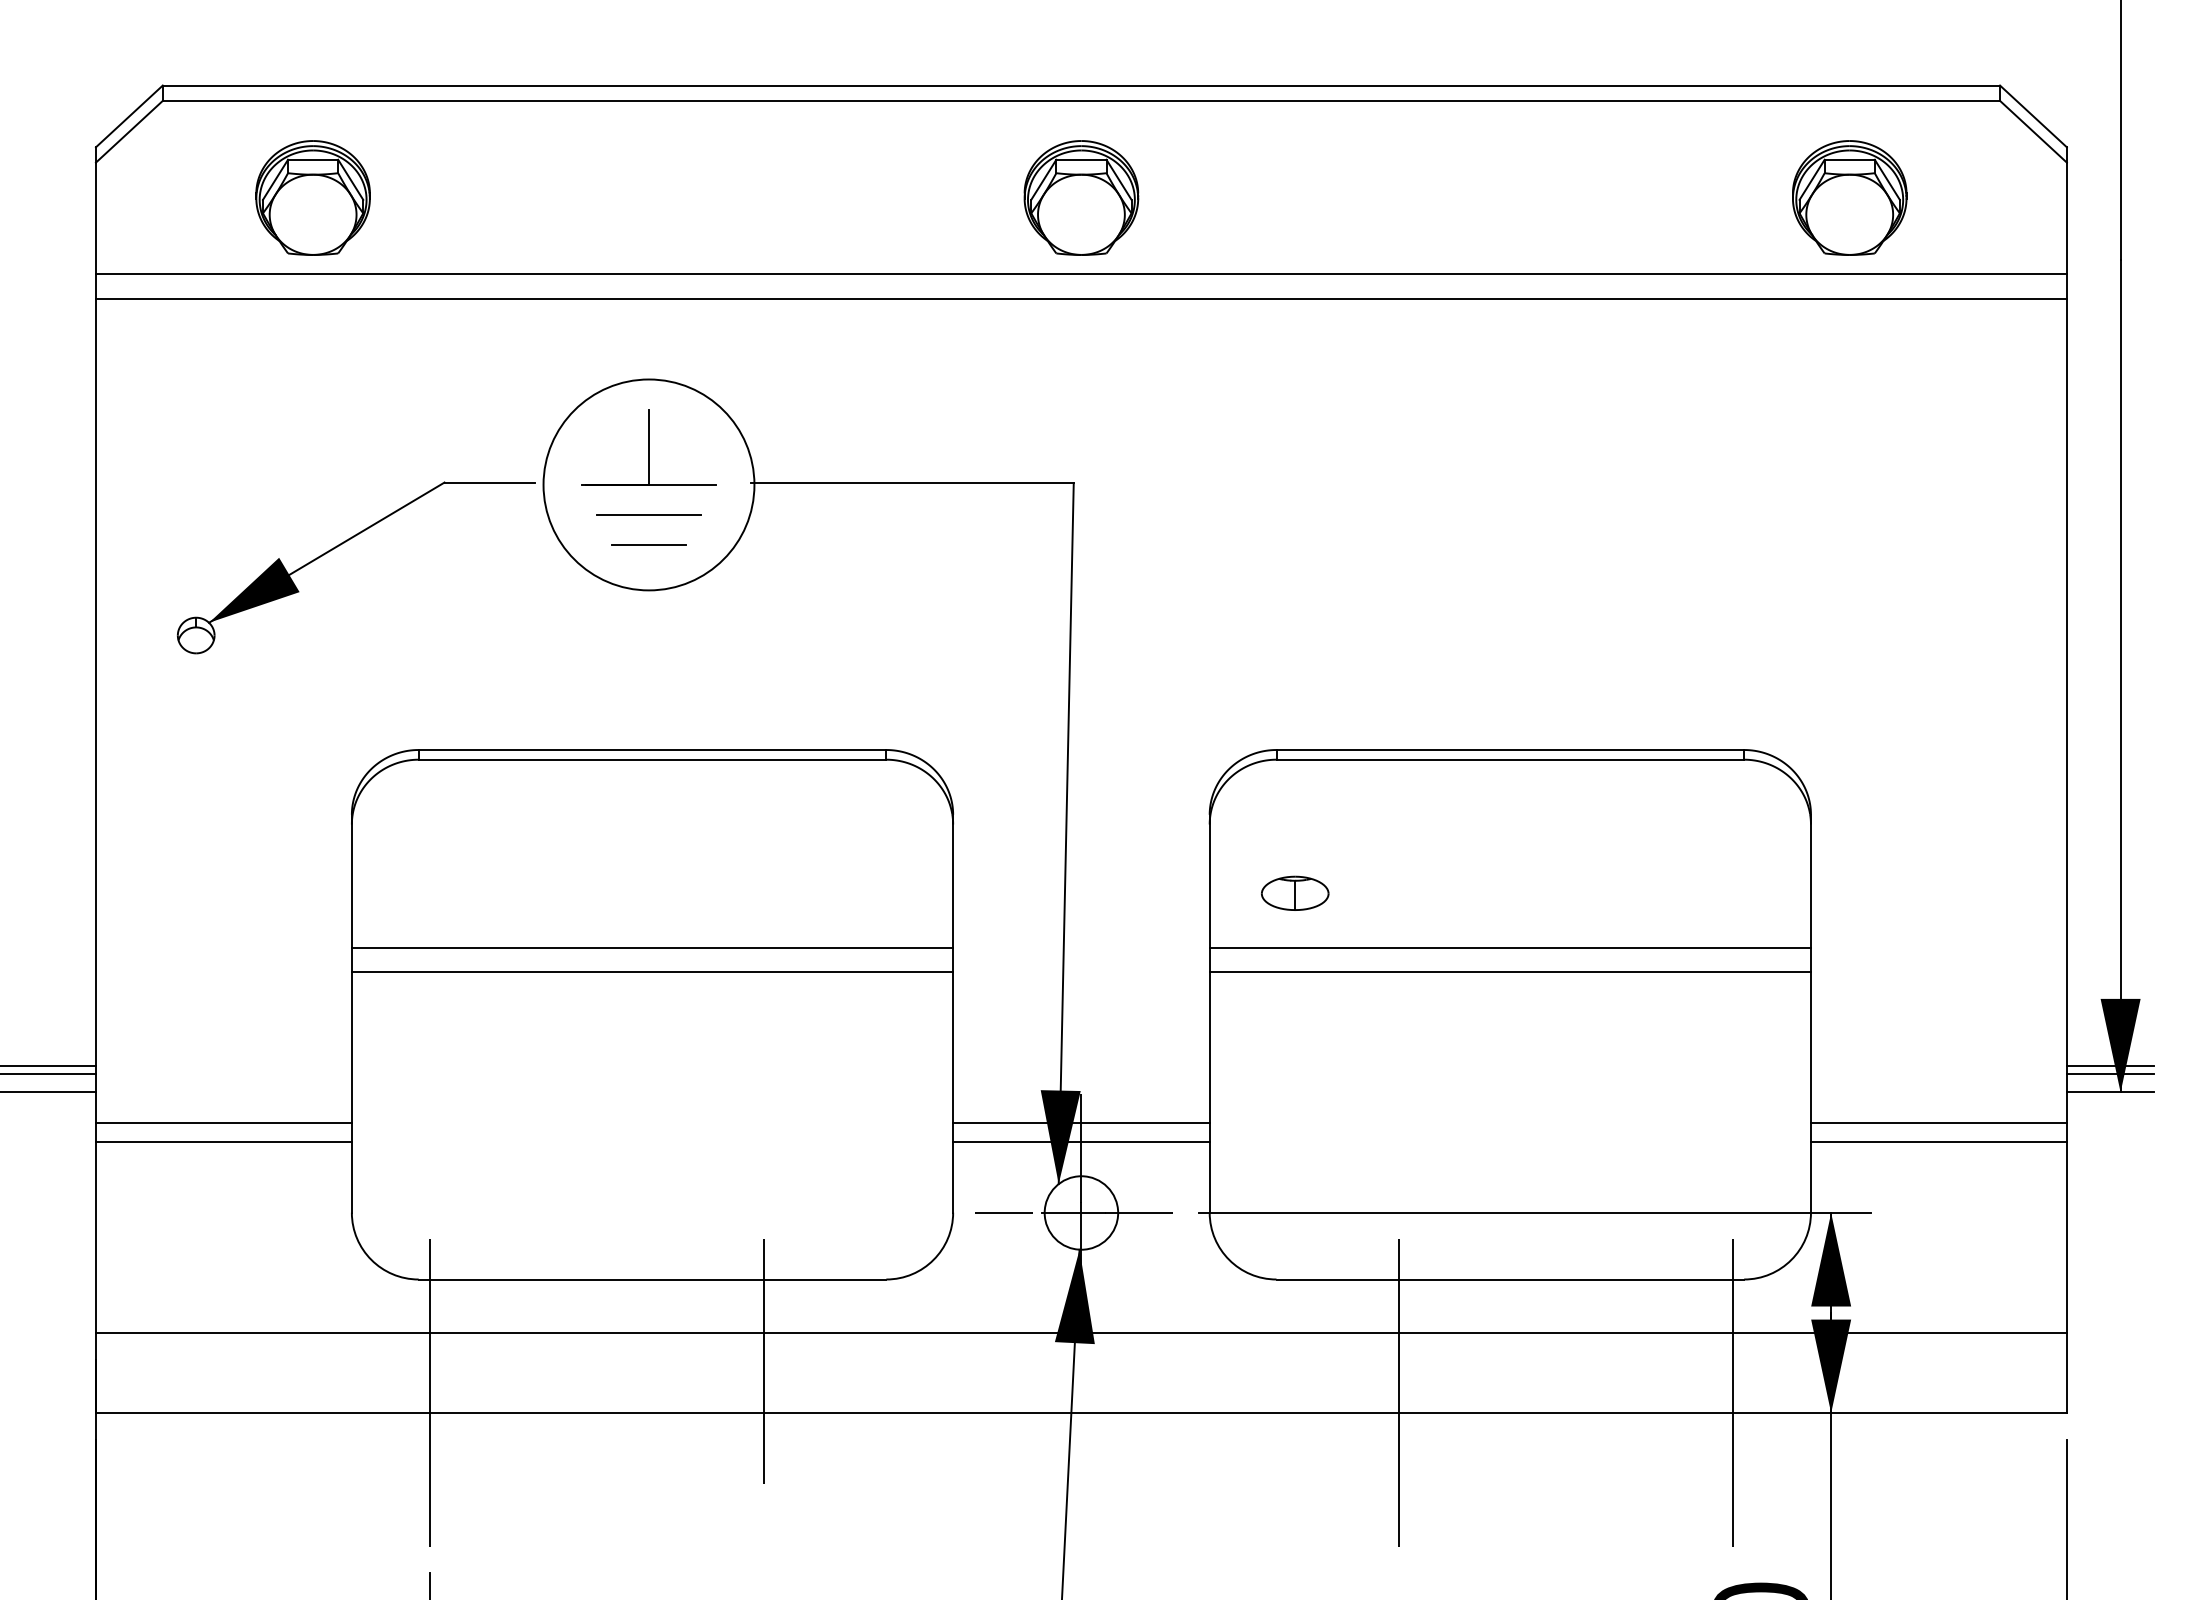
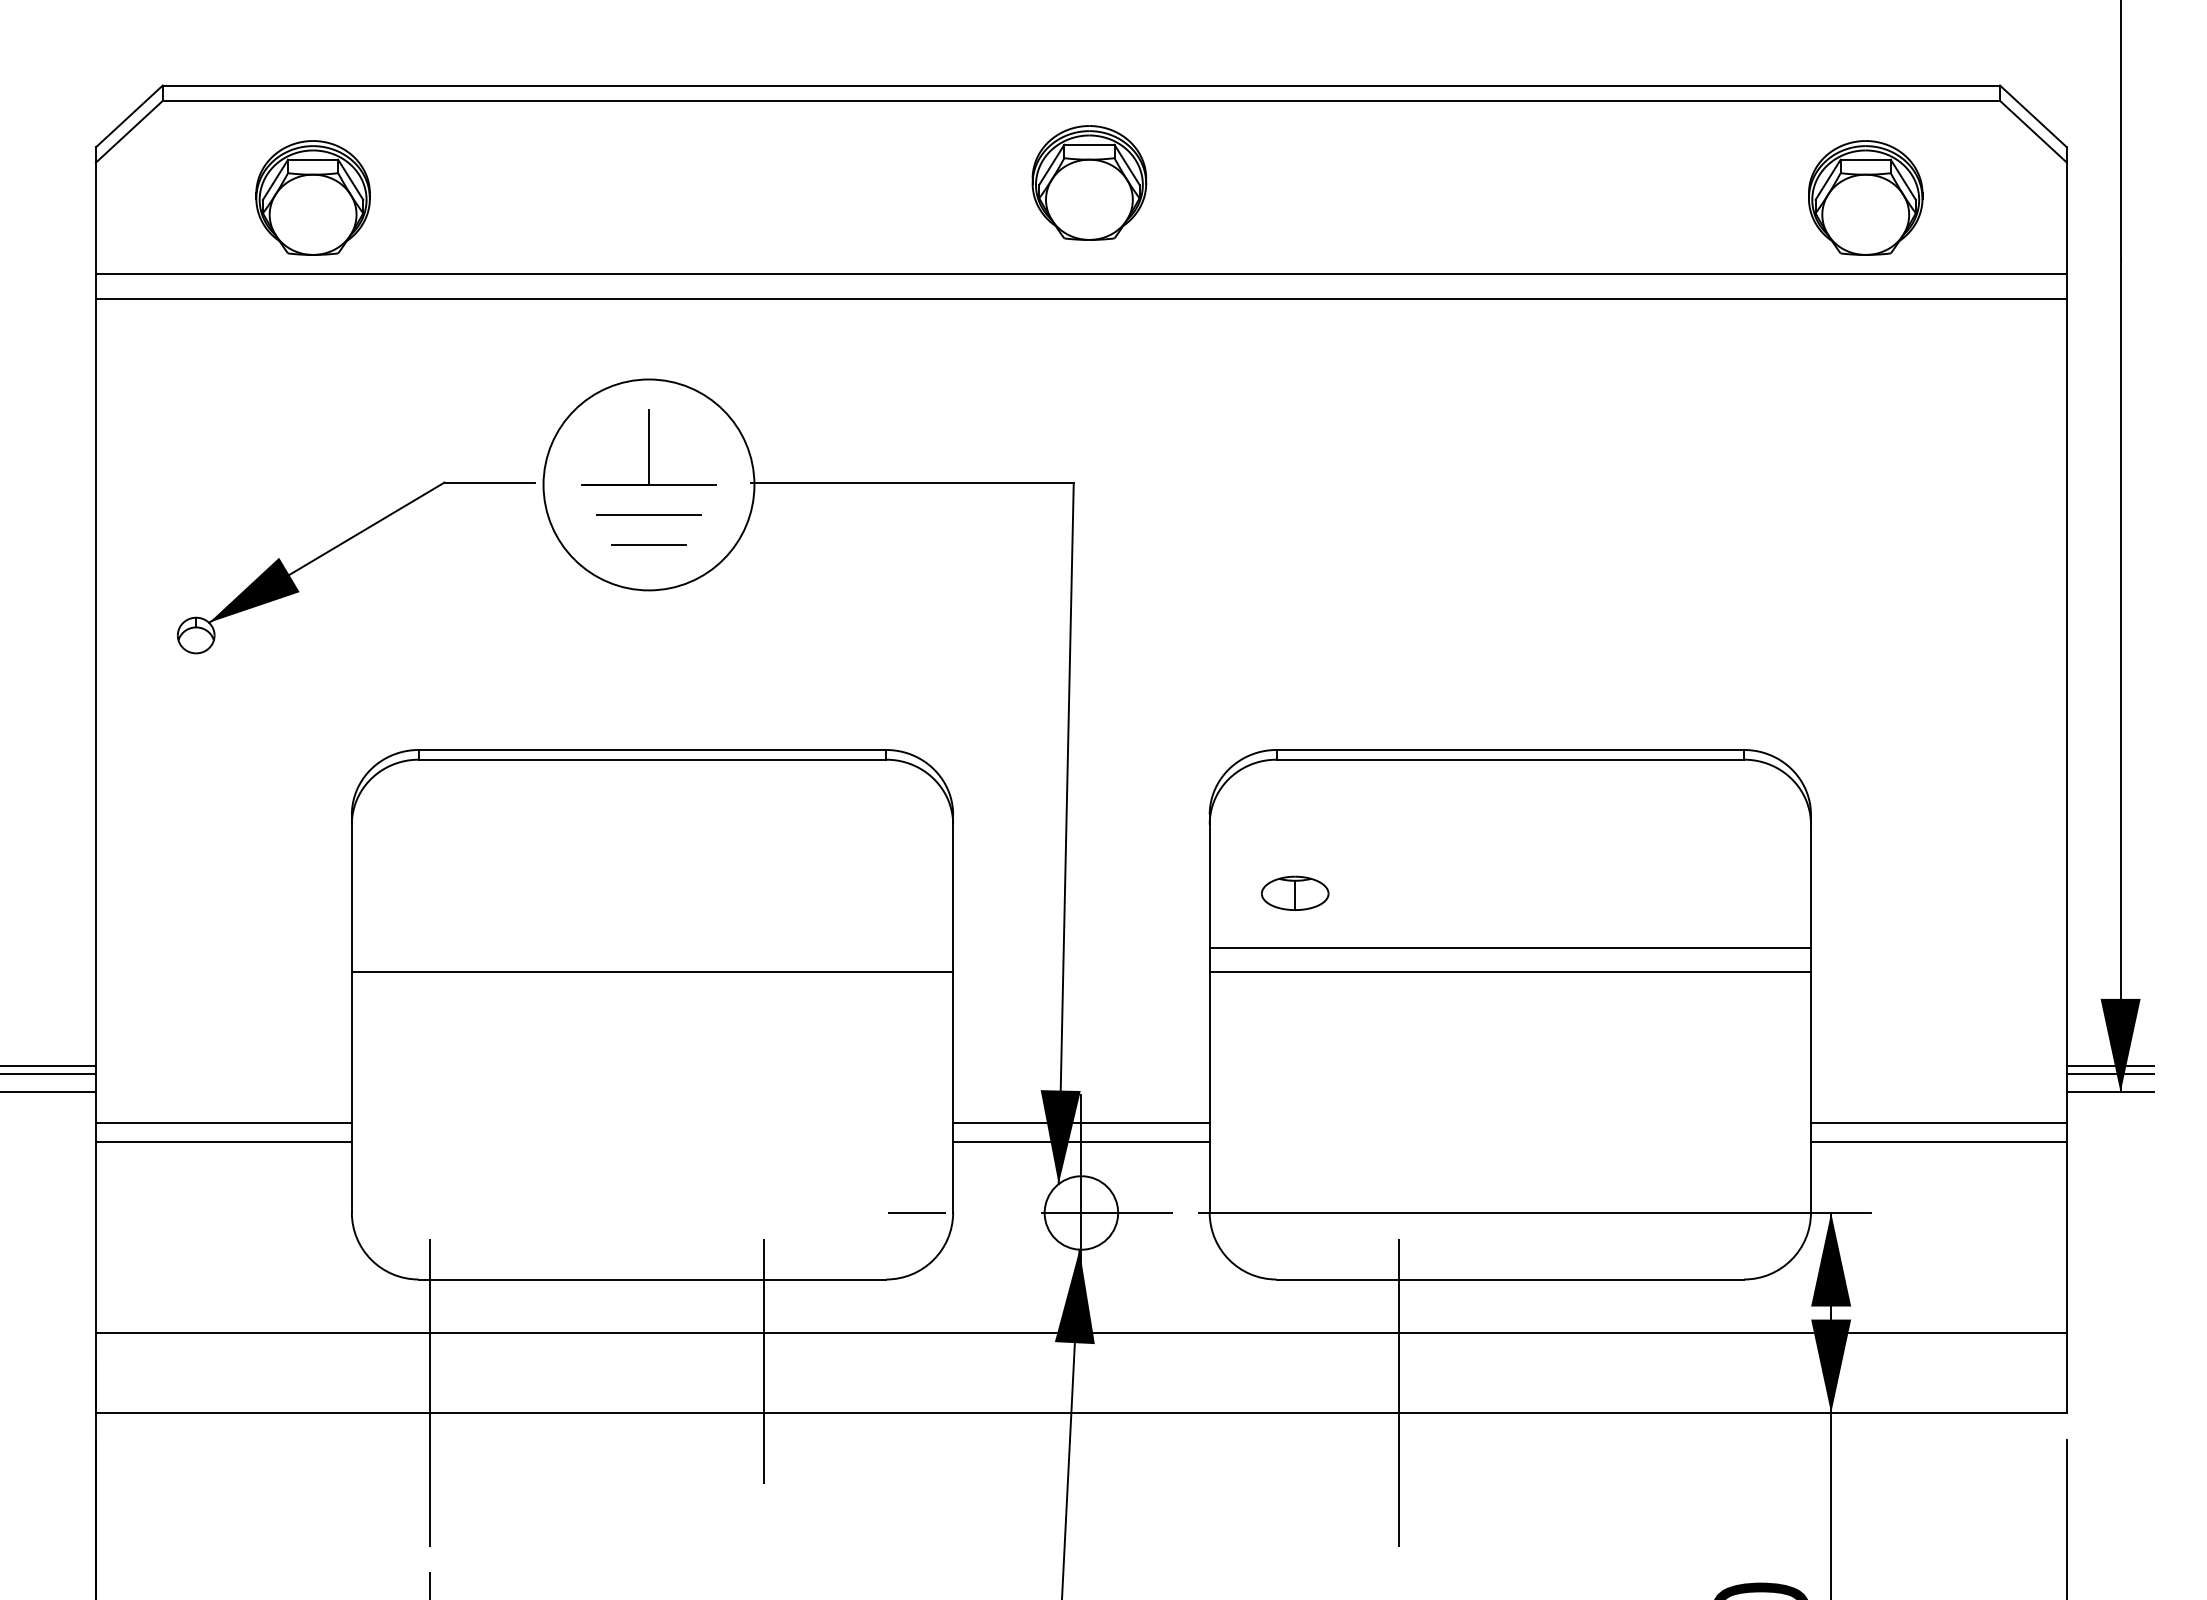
part at (1081, 197) position: (1081, 197) -> (1089, 182)
part at (1849, 197) position: (1849, 197) -> (1865, 197)
line at (652, 948): present -> none
line at (1003, 1212) position: (1003, 1212) -> (916, 1212)
line at (1732, 1392): present -> none
